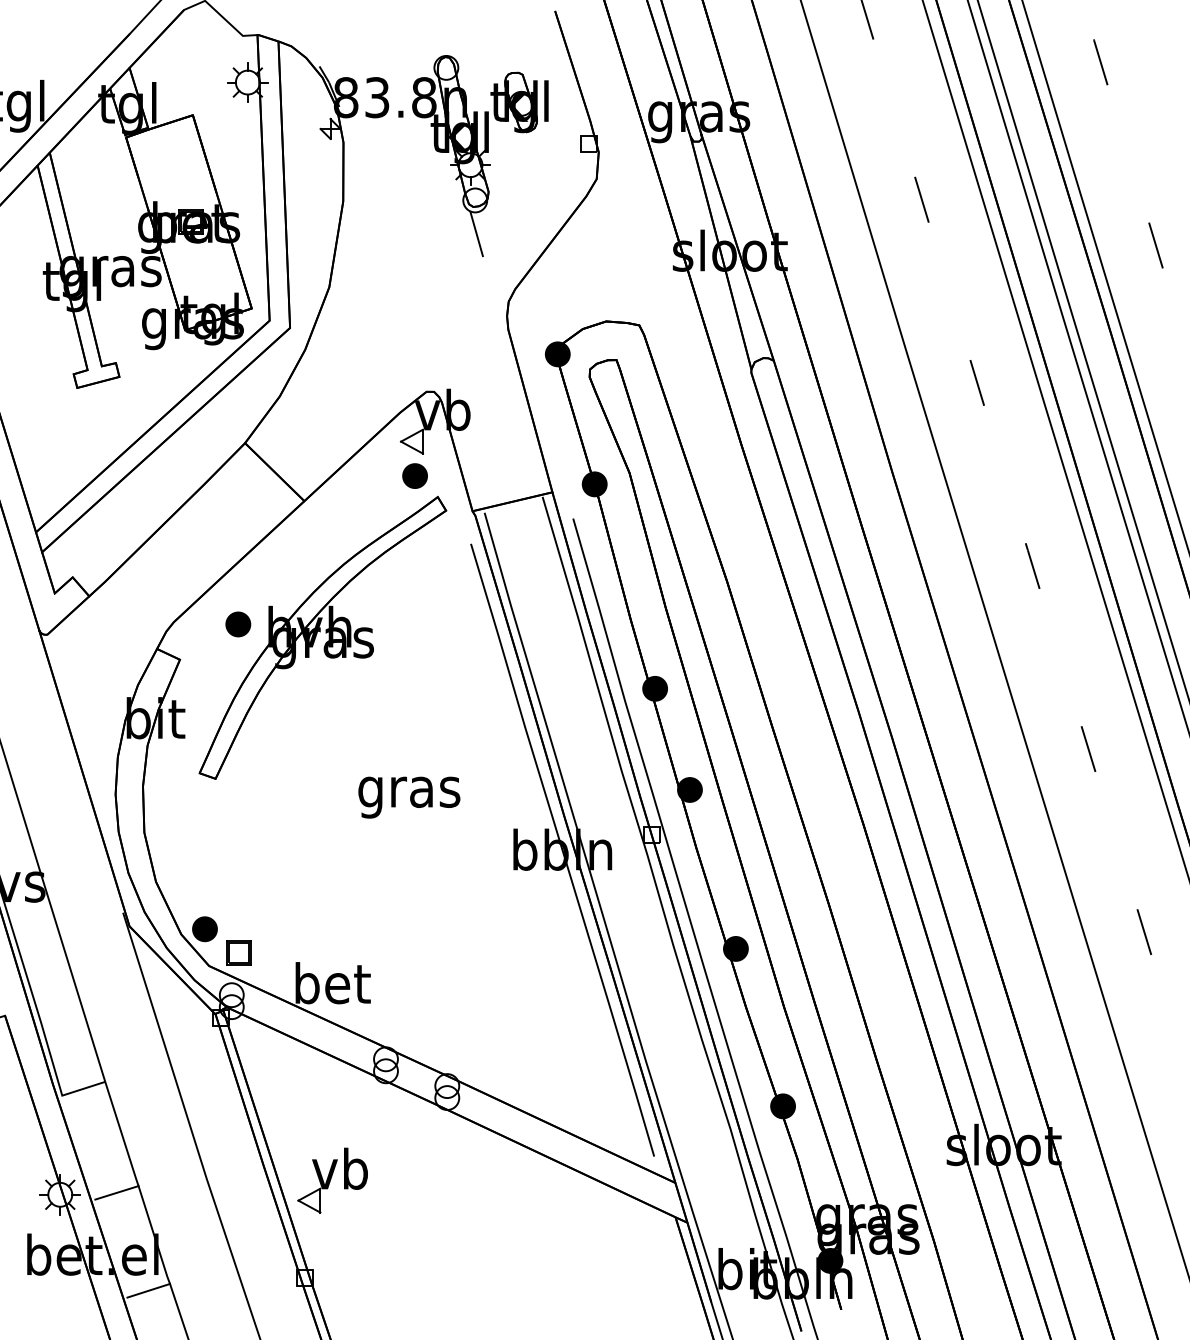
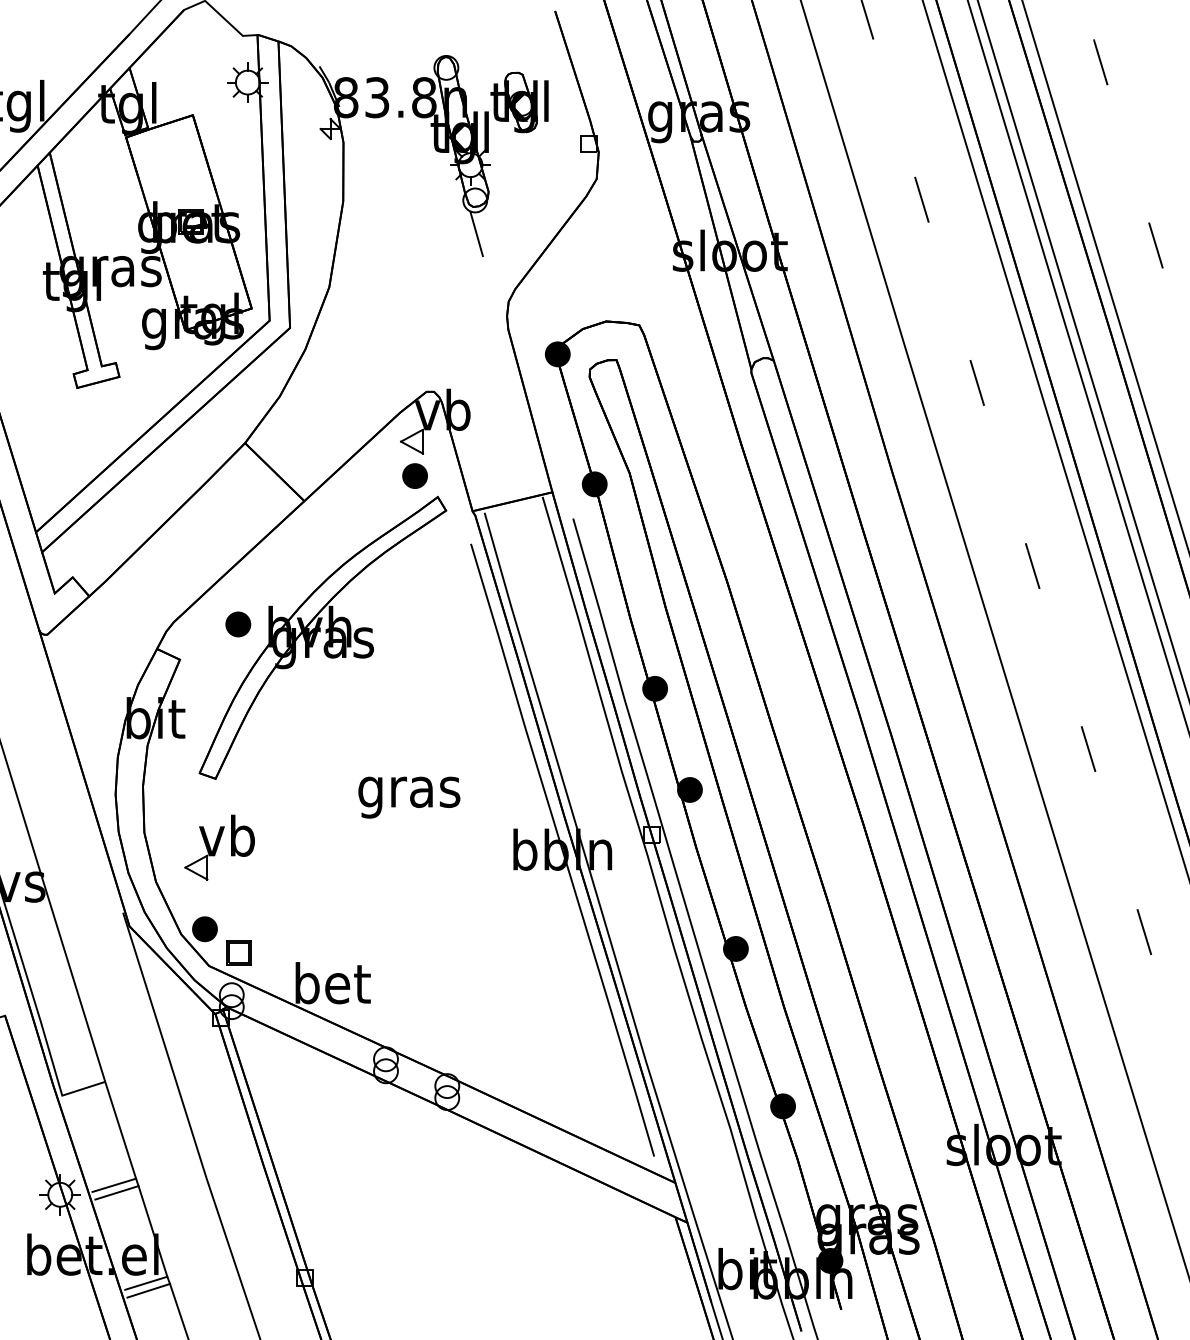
part at (332, 1180) position: (332, 1180) -> (219, 847)
line at (114, 1184): none -> present
line at (146, 1282): none -> present
